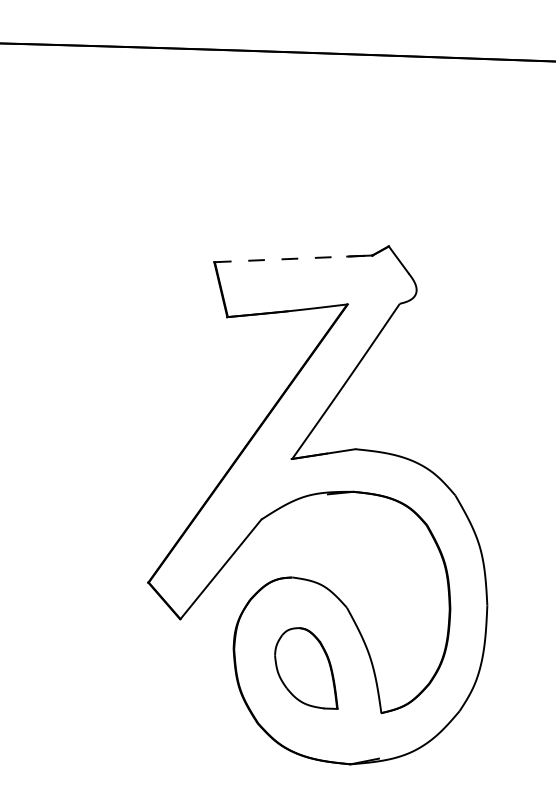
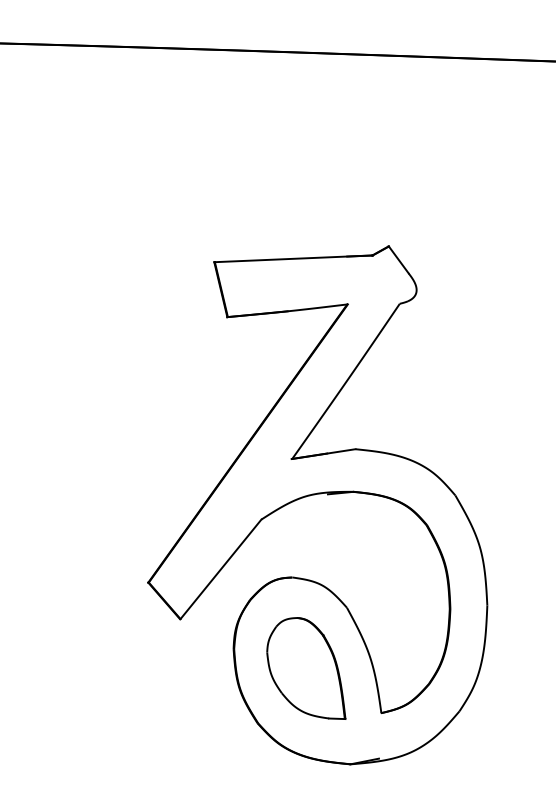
line at (294, 258): dashed -> solid
part at (306, 668) size: 65x83 px -> 81x103 px
